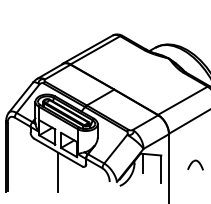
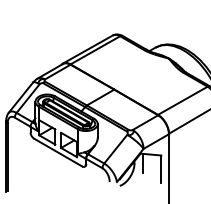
part at (195, 164): present -> none
line at (58, 172): present -> none
